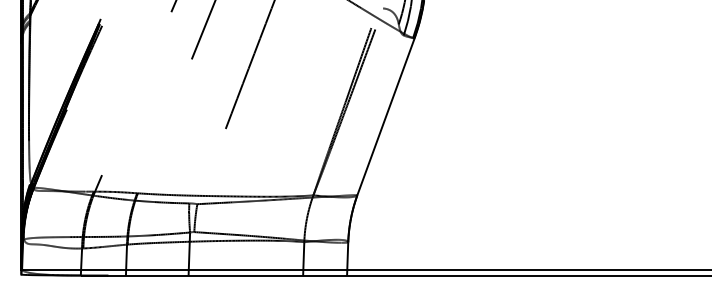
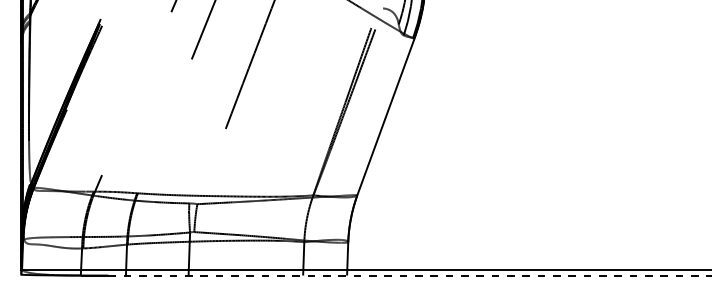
line at (410, 275): solid -> dashed
